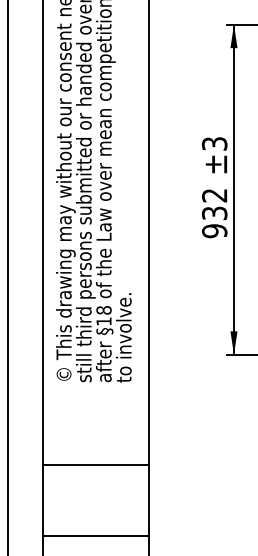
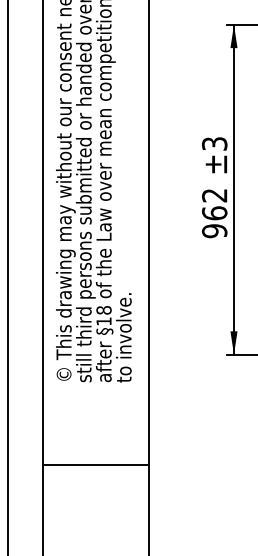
text at (214, 213): 932 -> 962
line at (96, 535): present -> none
